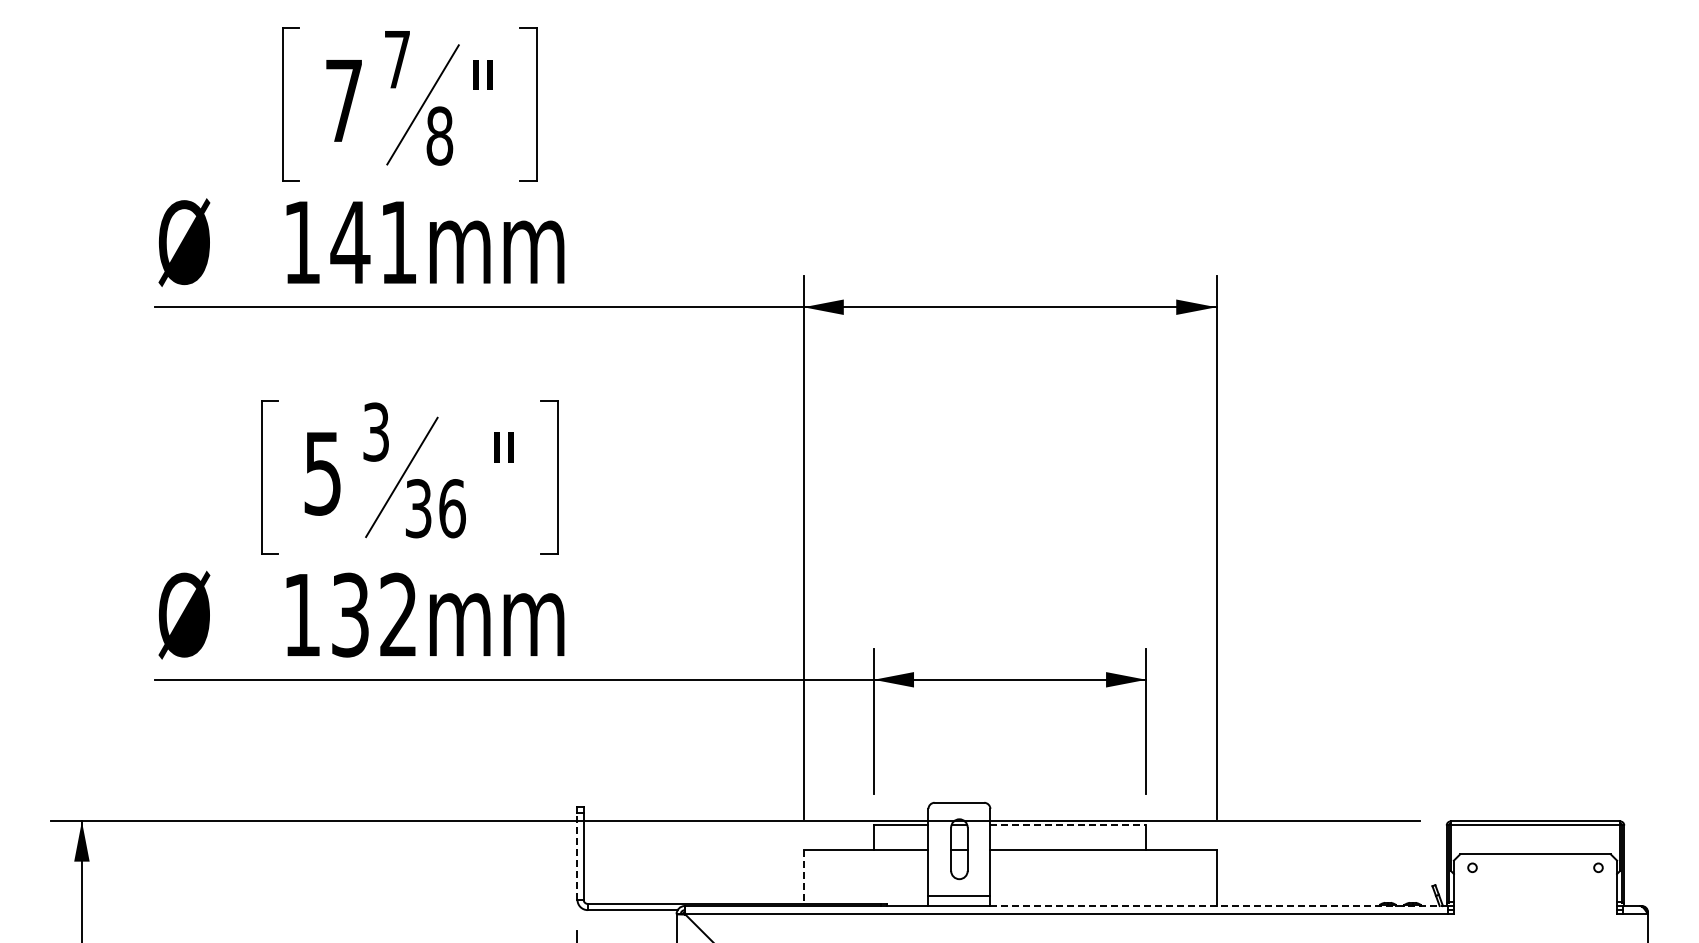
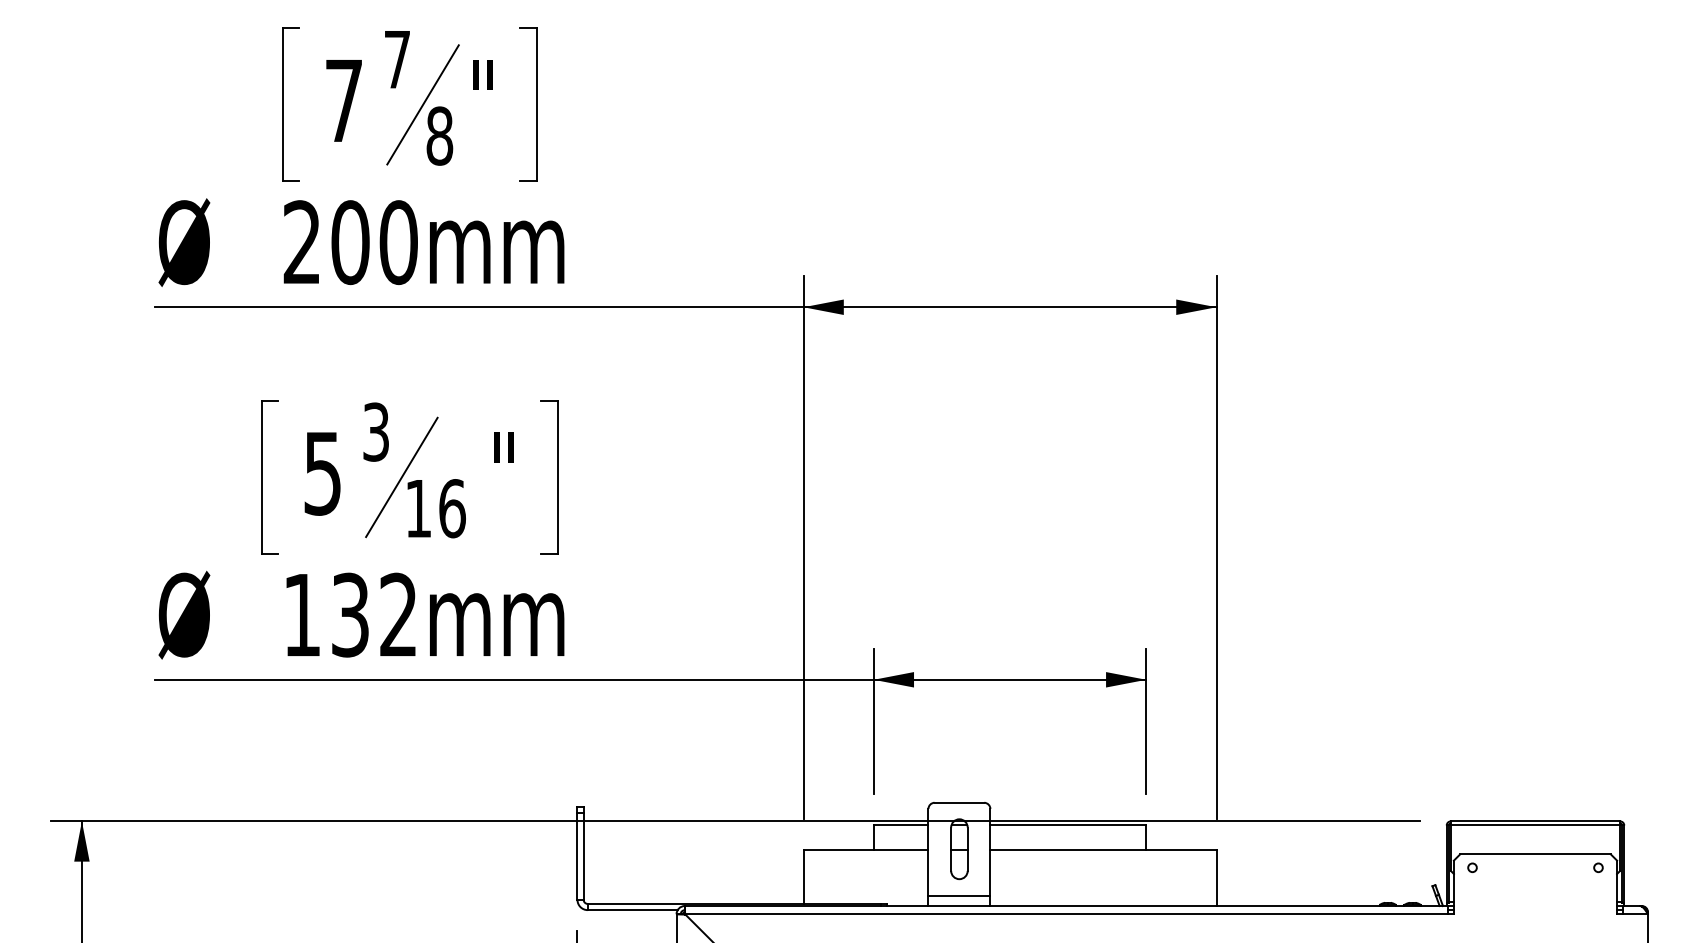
text at (350, 242): 141mm -> 200mm
text at (418, 508): 36 -> 16
line at (1068, 825): dashed -> solid
line at (577, 855): dashed -> solid
line at (803, 877): dashed -> solid
line at (1219, 906): dashed -> solid
